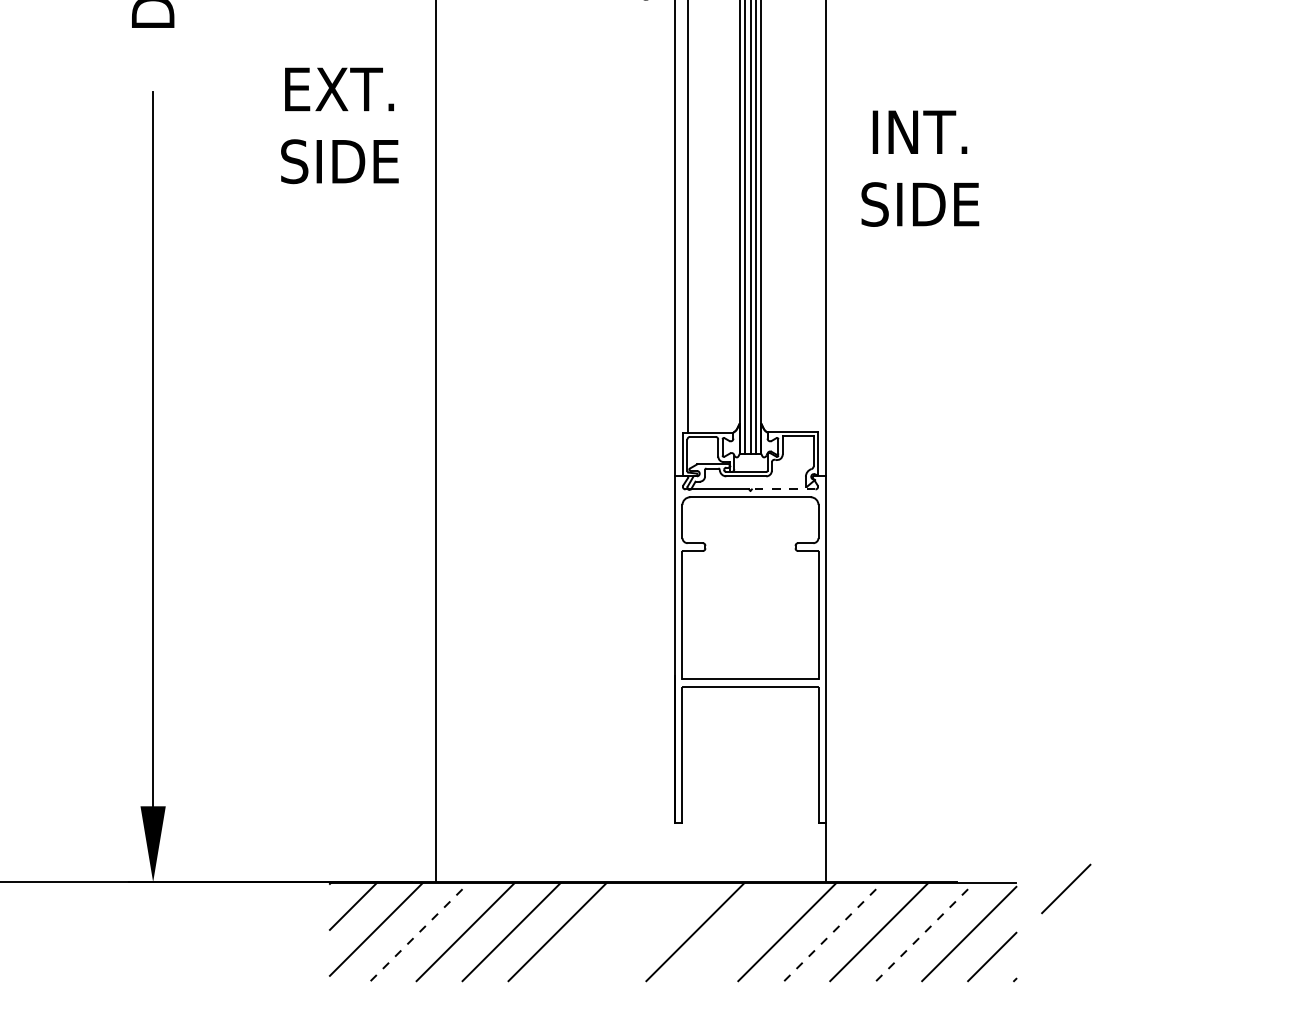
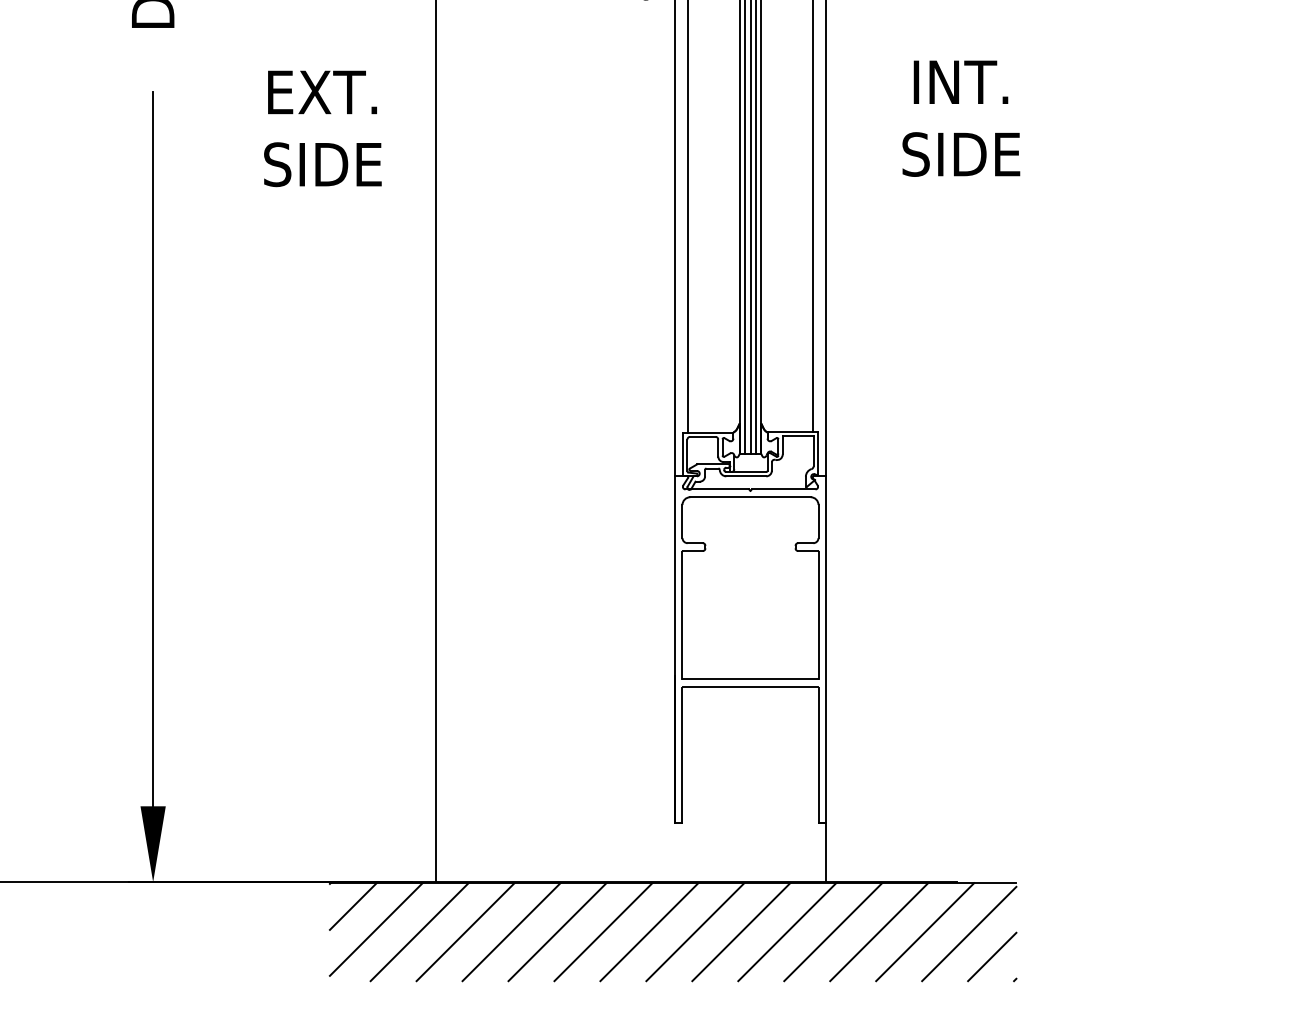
text at (339, 125) position: (339, 125) -> (322, 128)
text at (920, 168) position: (920, 168) -> (961, 118)
line at (812, 217): none -> present
line at (783, 489): dashed -> solid
line at (1066, 888): present -> none
line at (419, 931): dashed -> solid
line at (833, 931): dashed -> solid
line at (925, 931): dashed -> solid
line at (603, 932): none -> present
line at (649, 932): none -> present
line at (741, 932): none -> present
